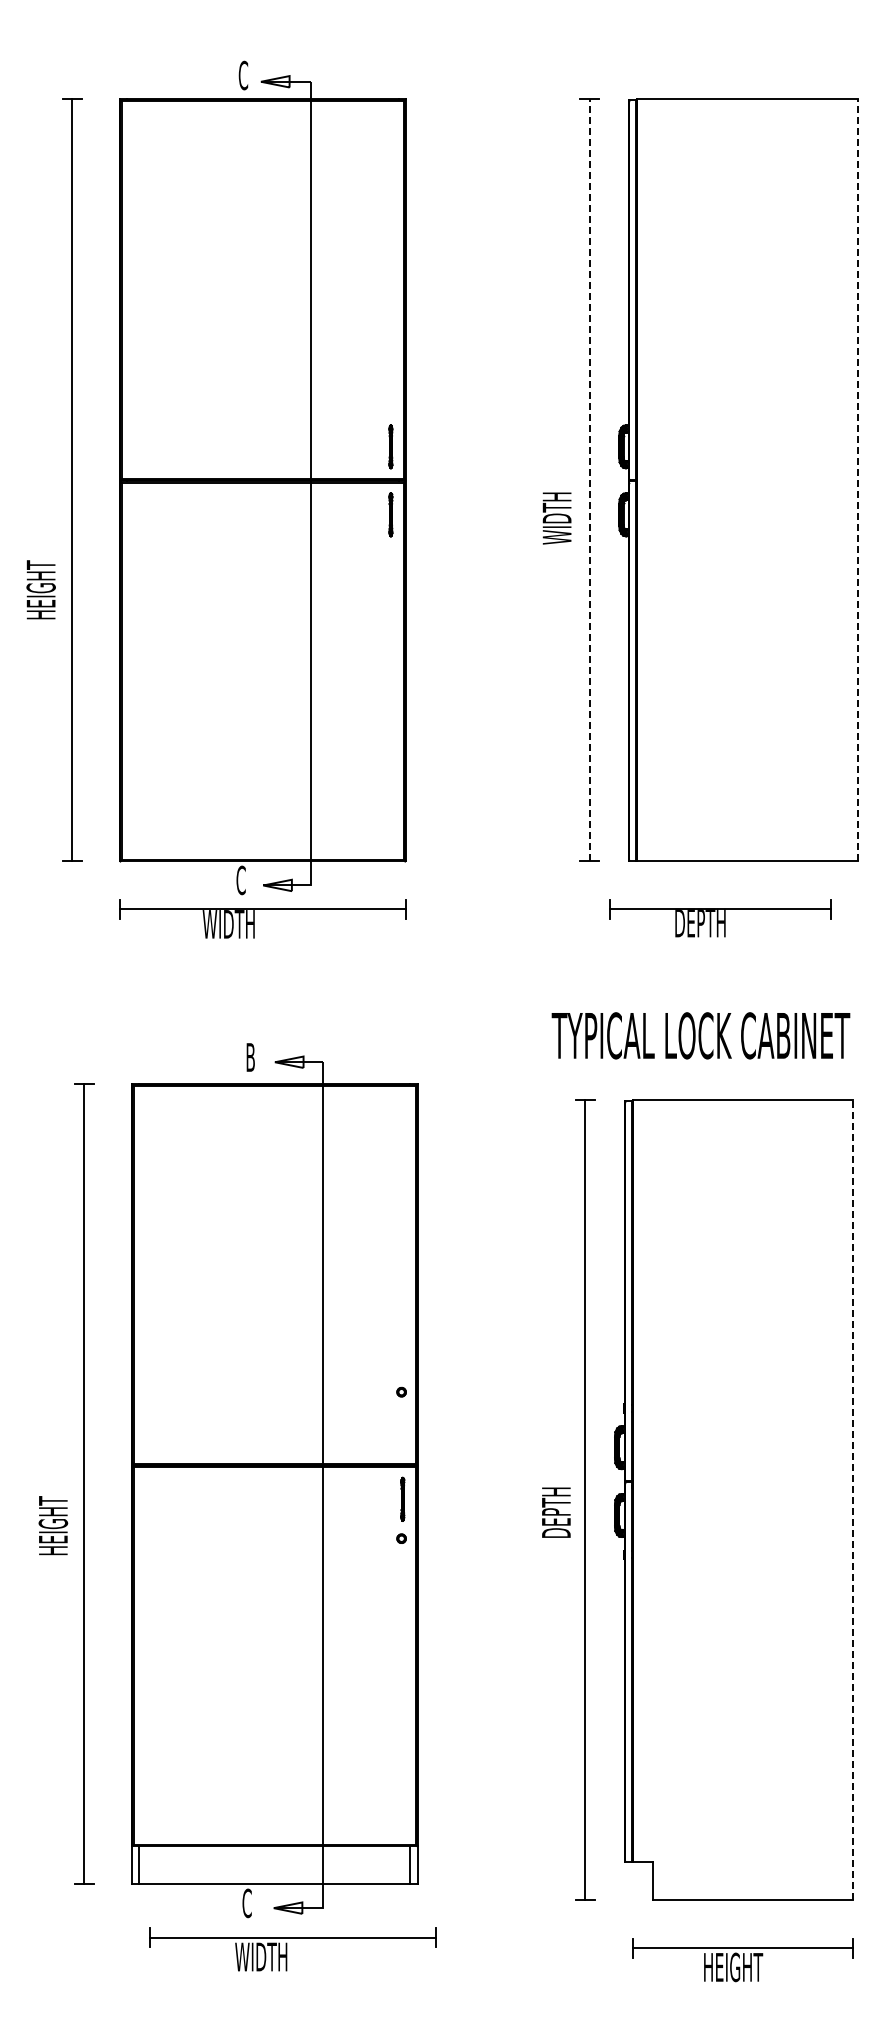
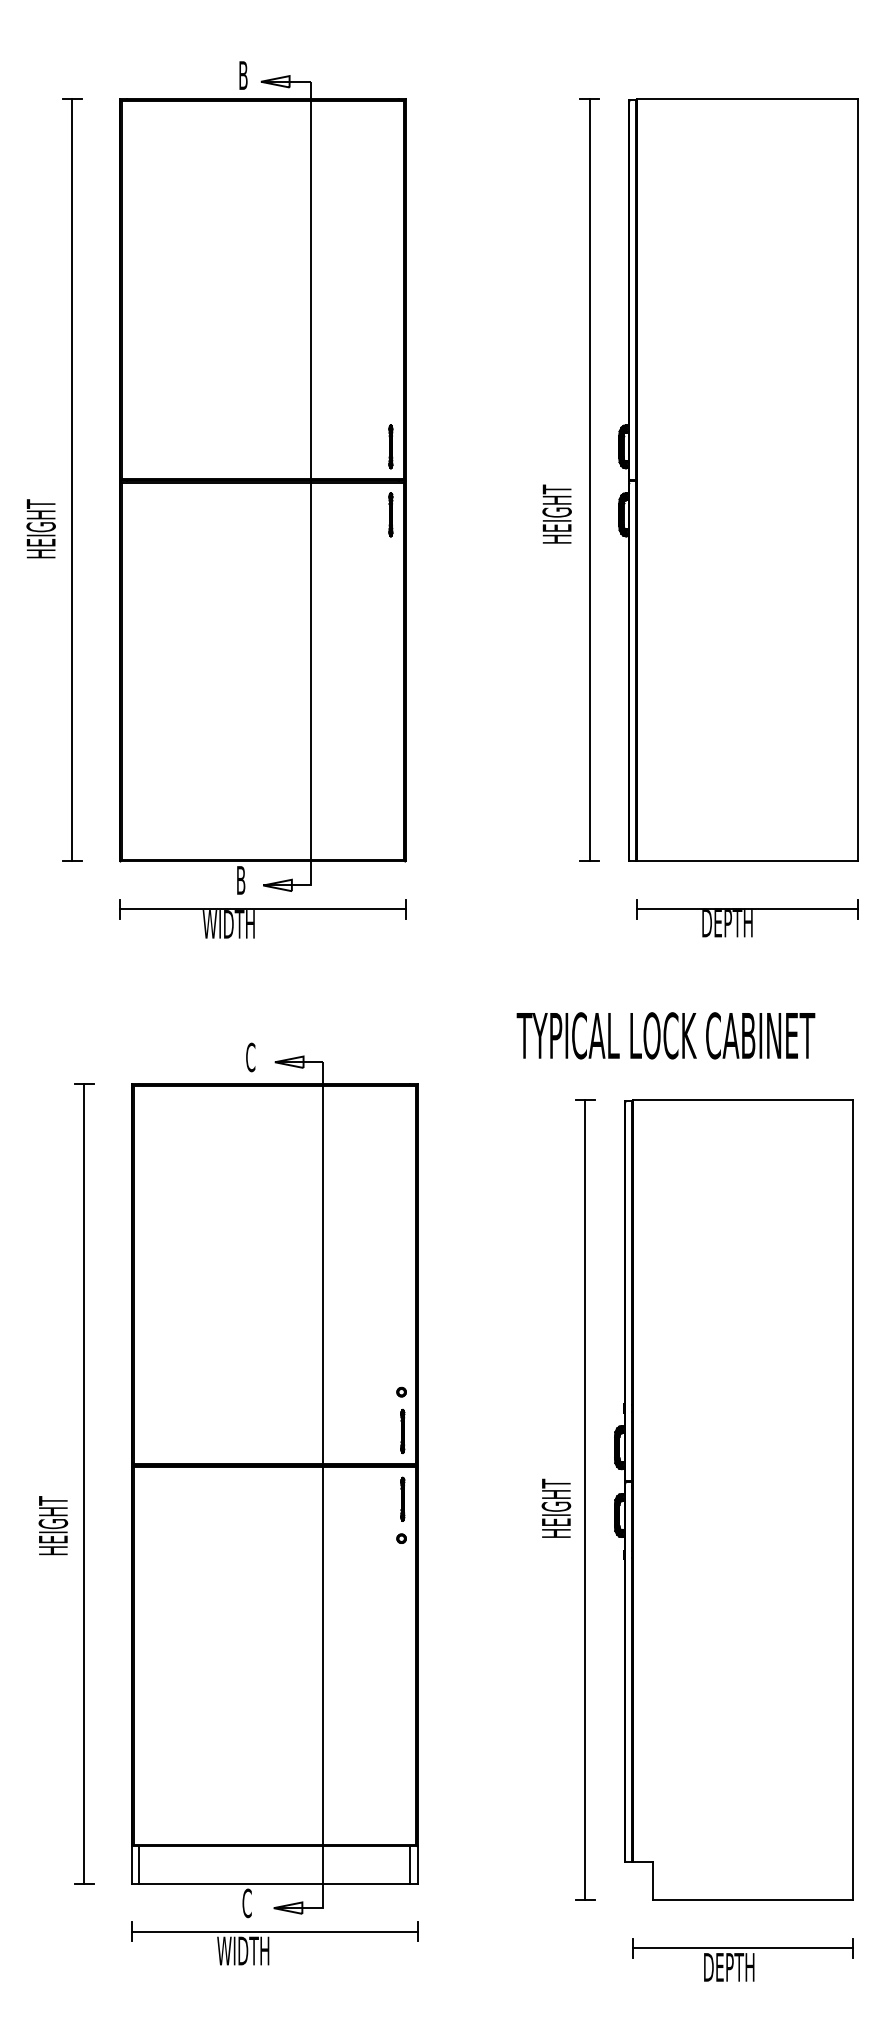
text at (243, 75): C -> B
line at (589, 479): dashed -> solid
line at (857, 479): dashed -> solid
text at (556, 514): WIDTH -> HEIGHT
text at (40, 589) position: (40, 589) -> (40, 528)
text at (240, 880): C -> B
part at (720, 918) position: (720, 918) -> (747, 918)
text at (700, 1035) position: (700, 1035) -> (665, 1035)
text at (250, 1057): B -> C
part at (402, 1431): none -> present
line at (853, 1499): dashed -> solid
text at (556, 1507): DEPTH -> HEIGHT
part at (292, 1949) position: (292, 1949) -> (274, 1943)
text at (734, 1967): HEIGHT -> DEPTH
